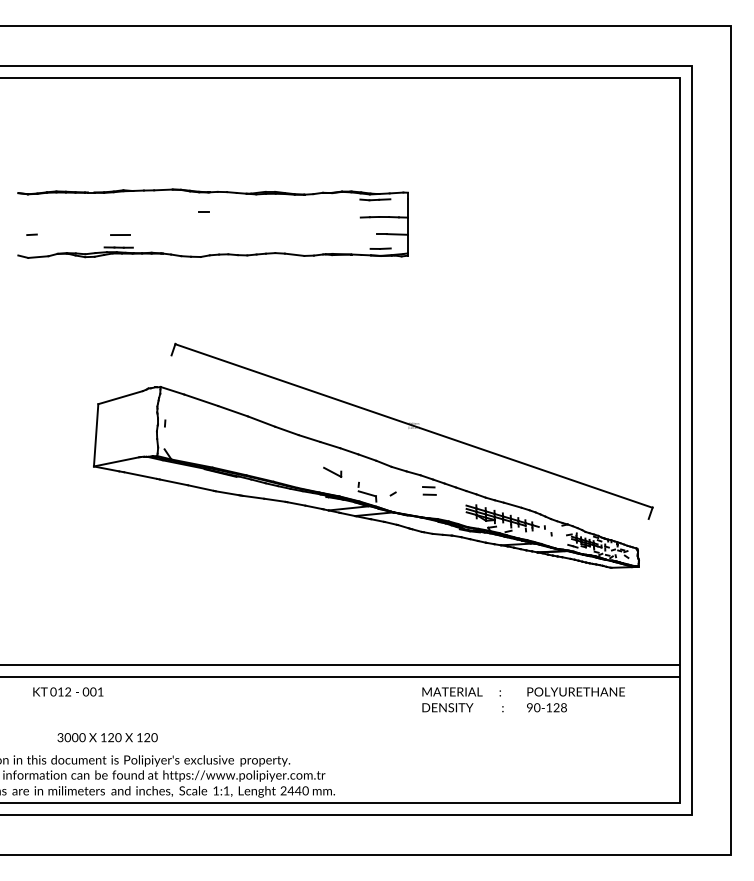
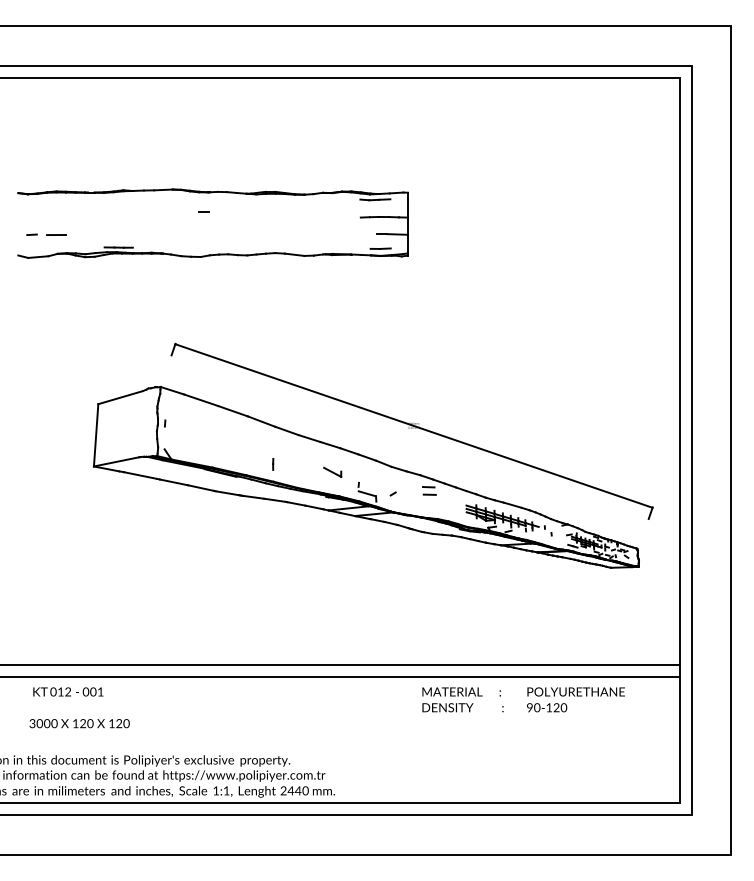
line at (120, 234) position: (120, 234) -> (56, 234)
line at (273, 464): none -> present
text at (563, 707): 90-128 -> 90-120
text at (107, 737) position: (107, 737) -> (79, 723)
